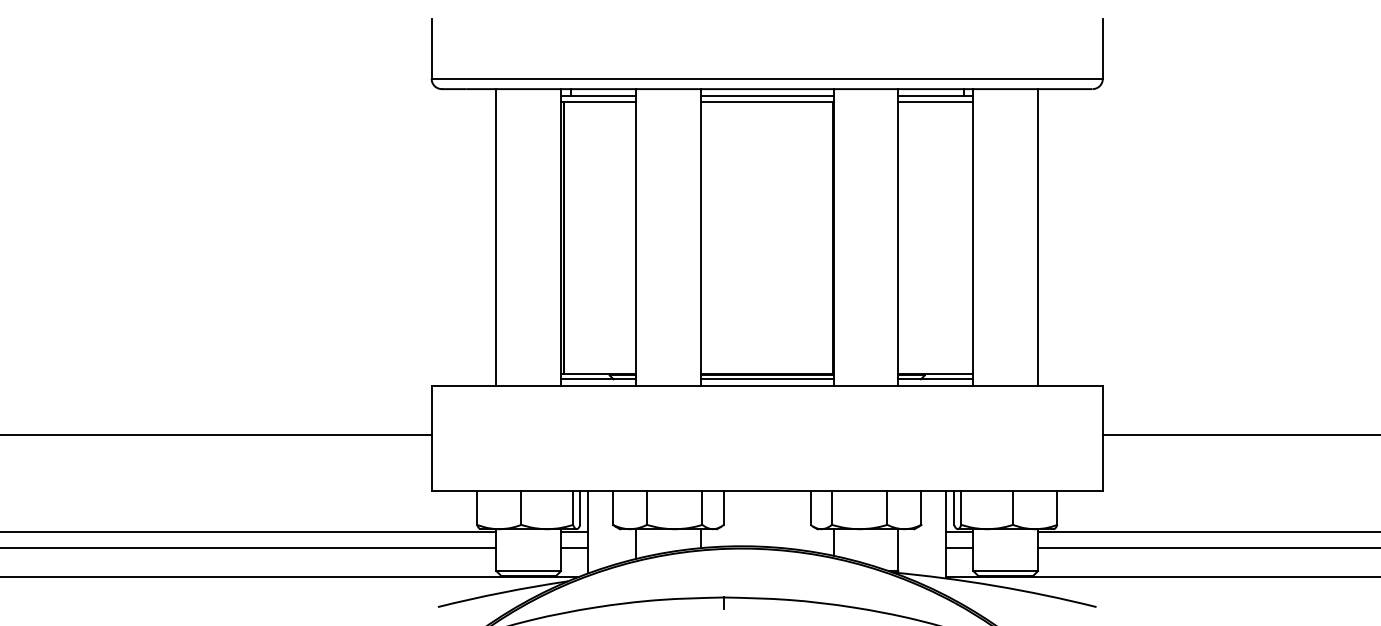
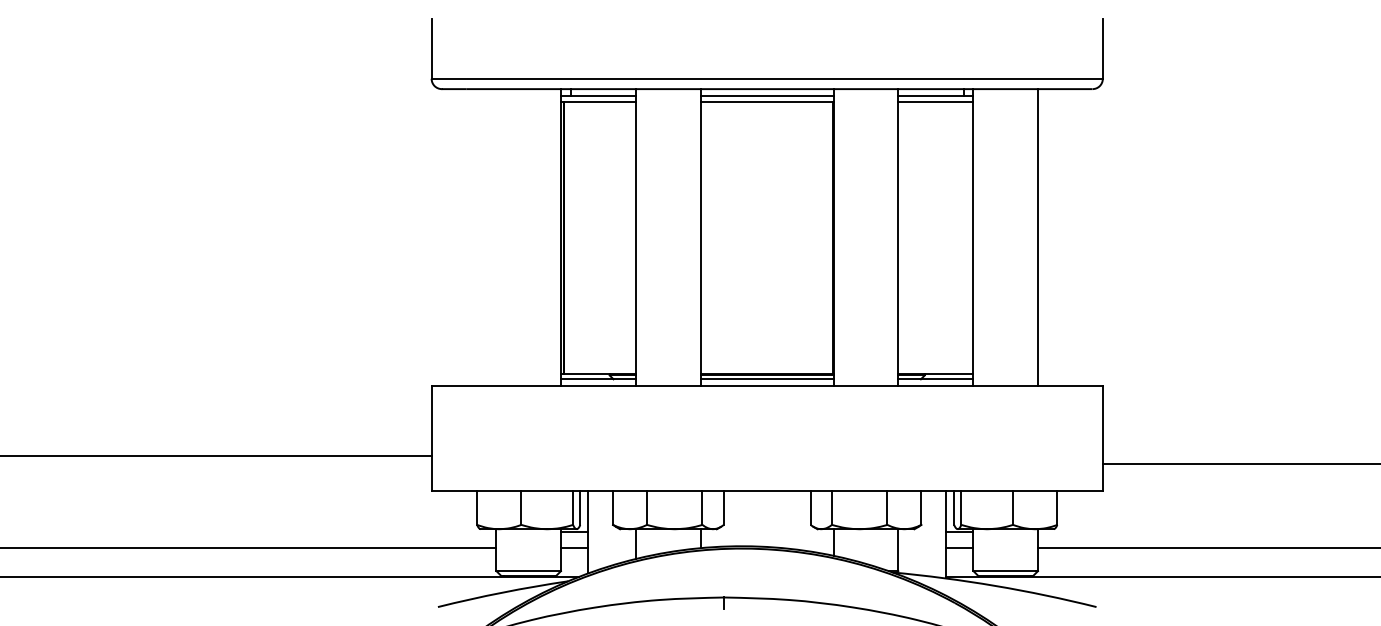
line at (496, 237): present -> none
line at (216, 434) position: (216, 434) -> (216, 455)
line at (1239, 434) position: (1239, 434) -> (1239, 463)
line at (249, 532): present -> none
line at (1207, 532): present -> none
